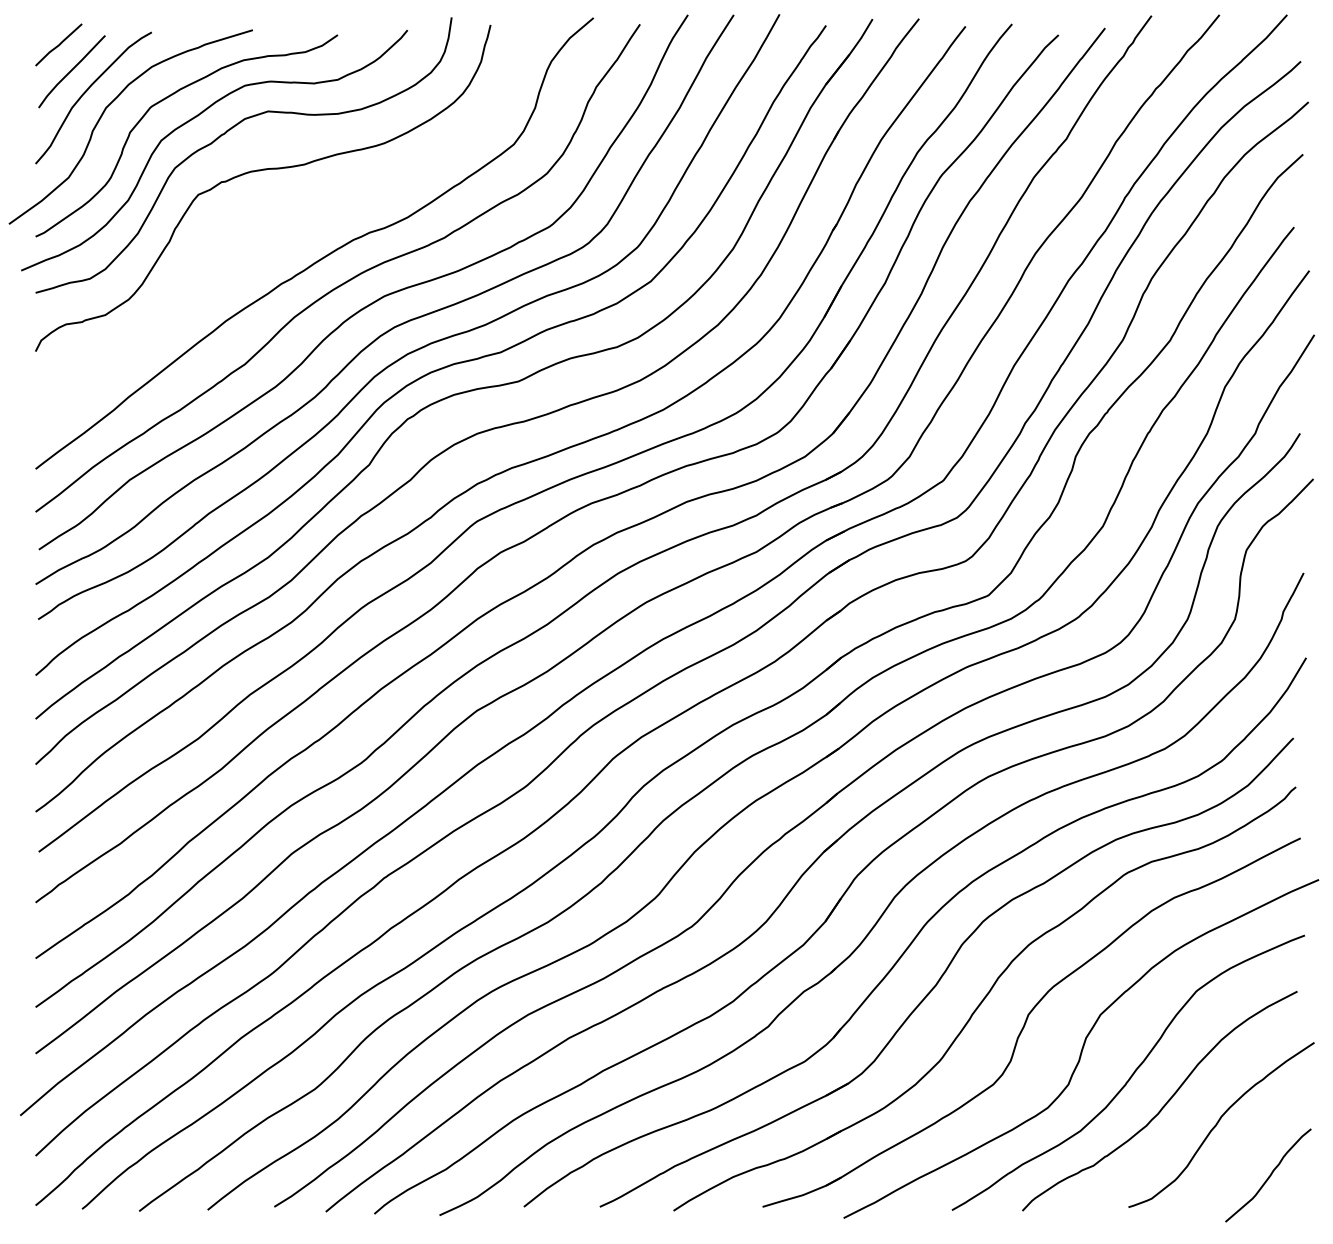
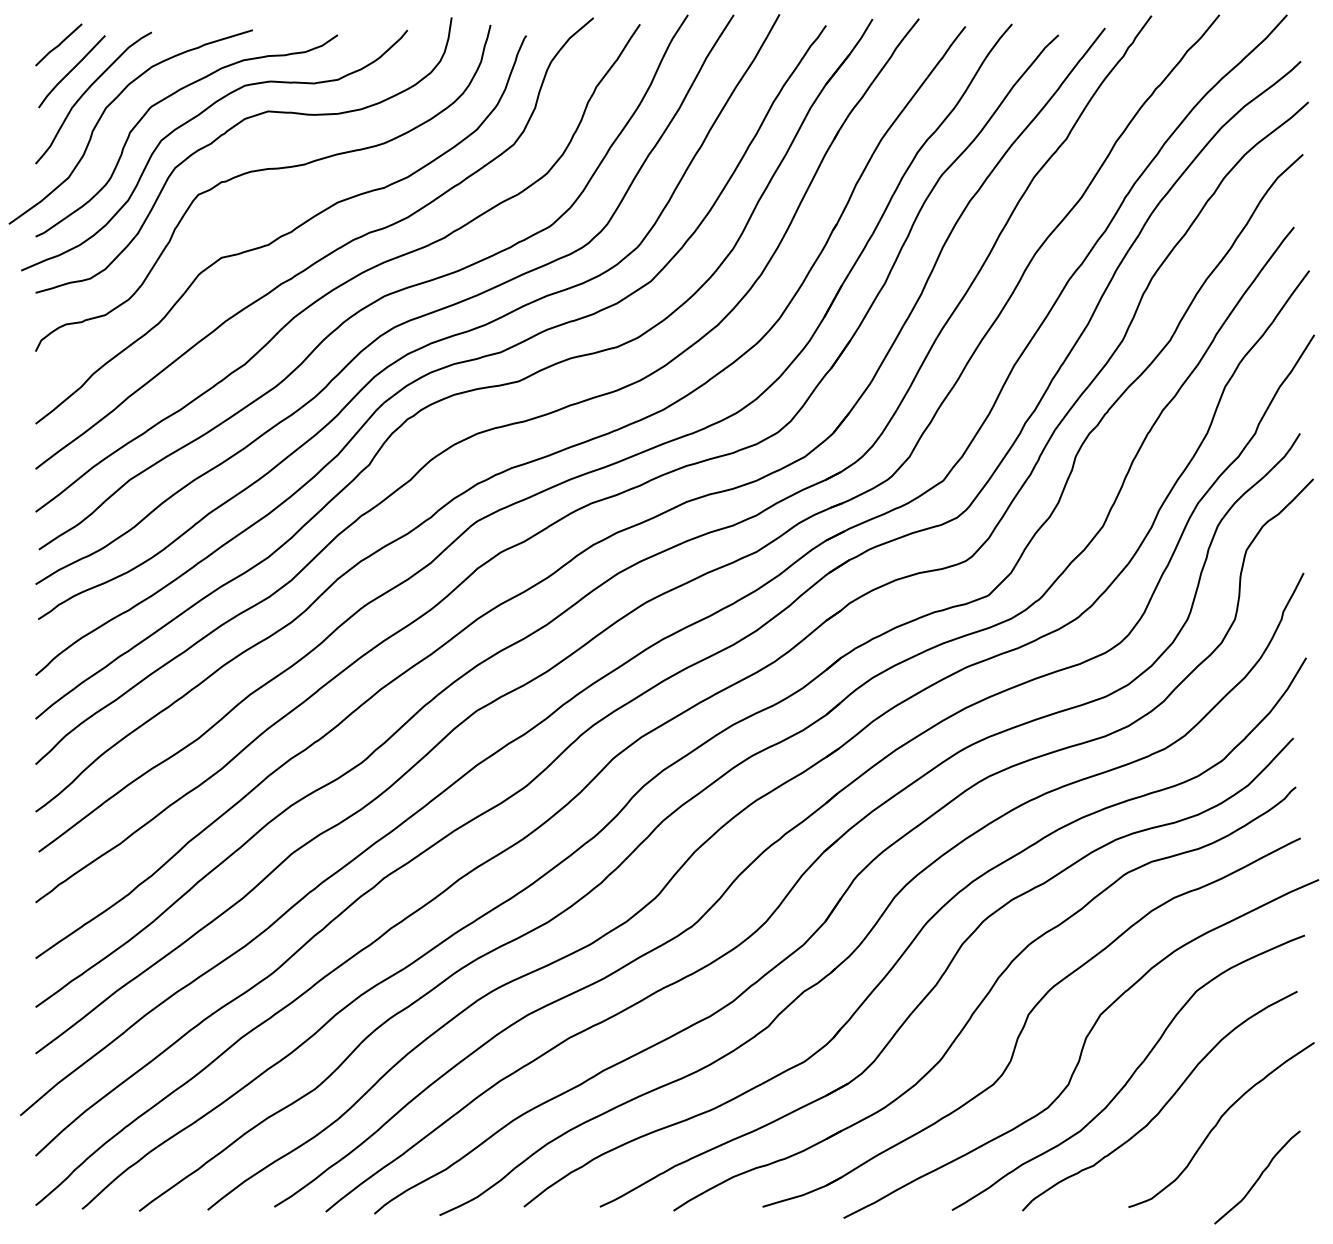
curve at (283, 234): none -> present
curve at (1269, 1175) position: (1269, 1175) -> (1258, 1177)
